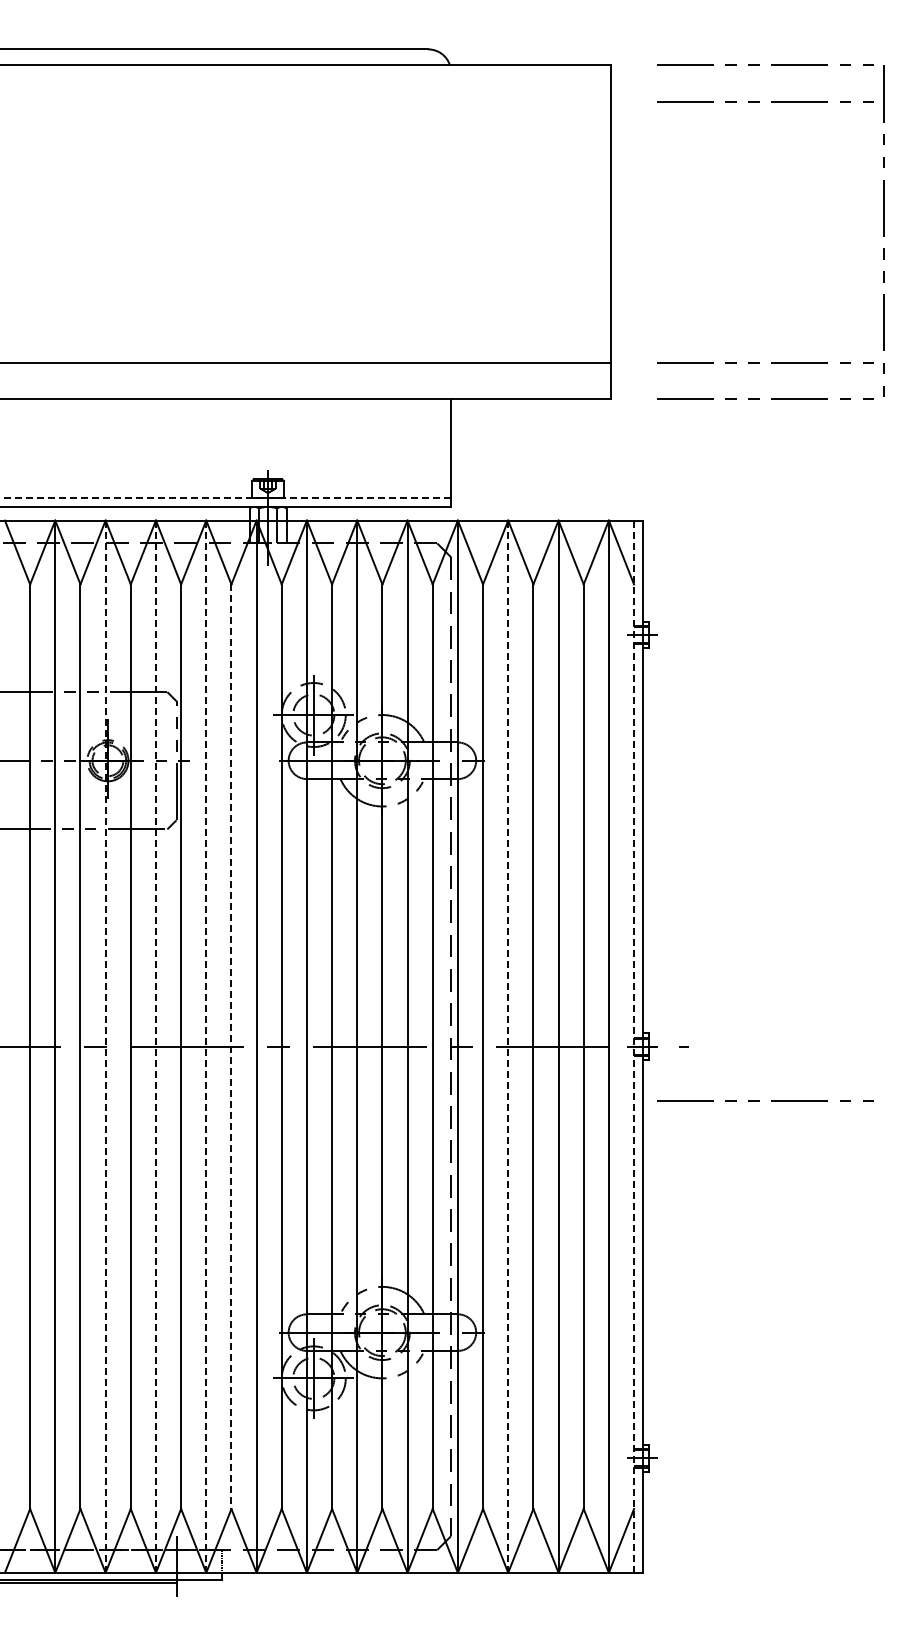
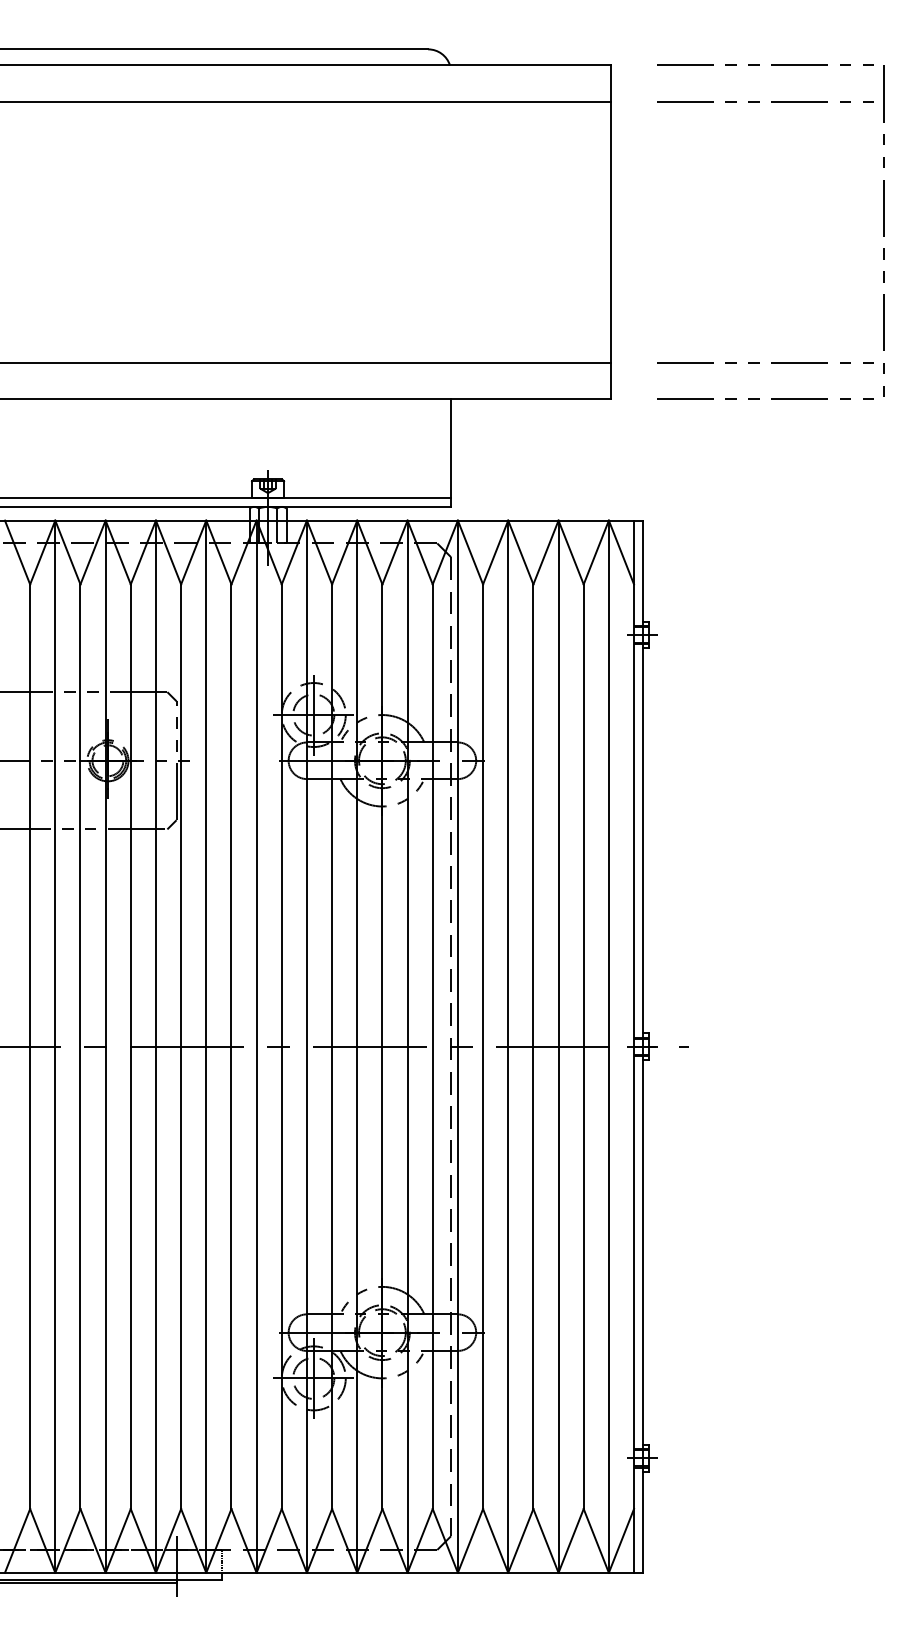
line at (306, 101): none -> present
line at (225, 497): dashed -> solid
line at (105, 1046): dashed -> solid
line at (155, 1046): dashed -> solid
line at (206, 1046): dashed -> solid
line at (508, 1046): dashed -> solid
line at (634, 1046): dashed -> solid
line at (231, 1047): dashed -> solid
line at (759, 1100): present -> none
